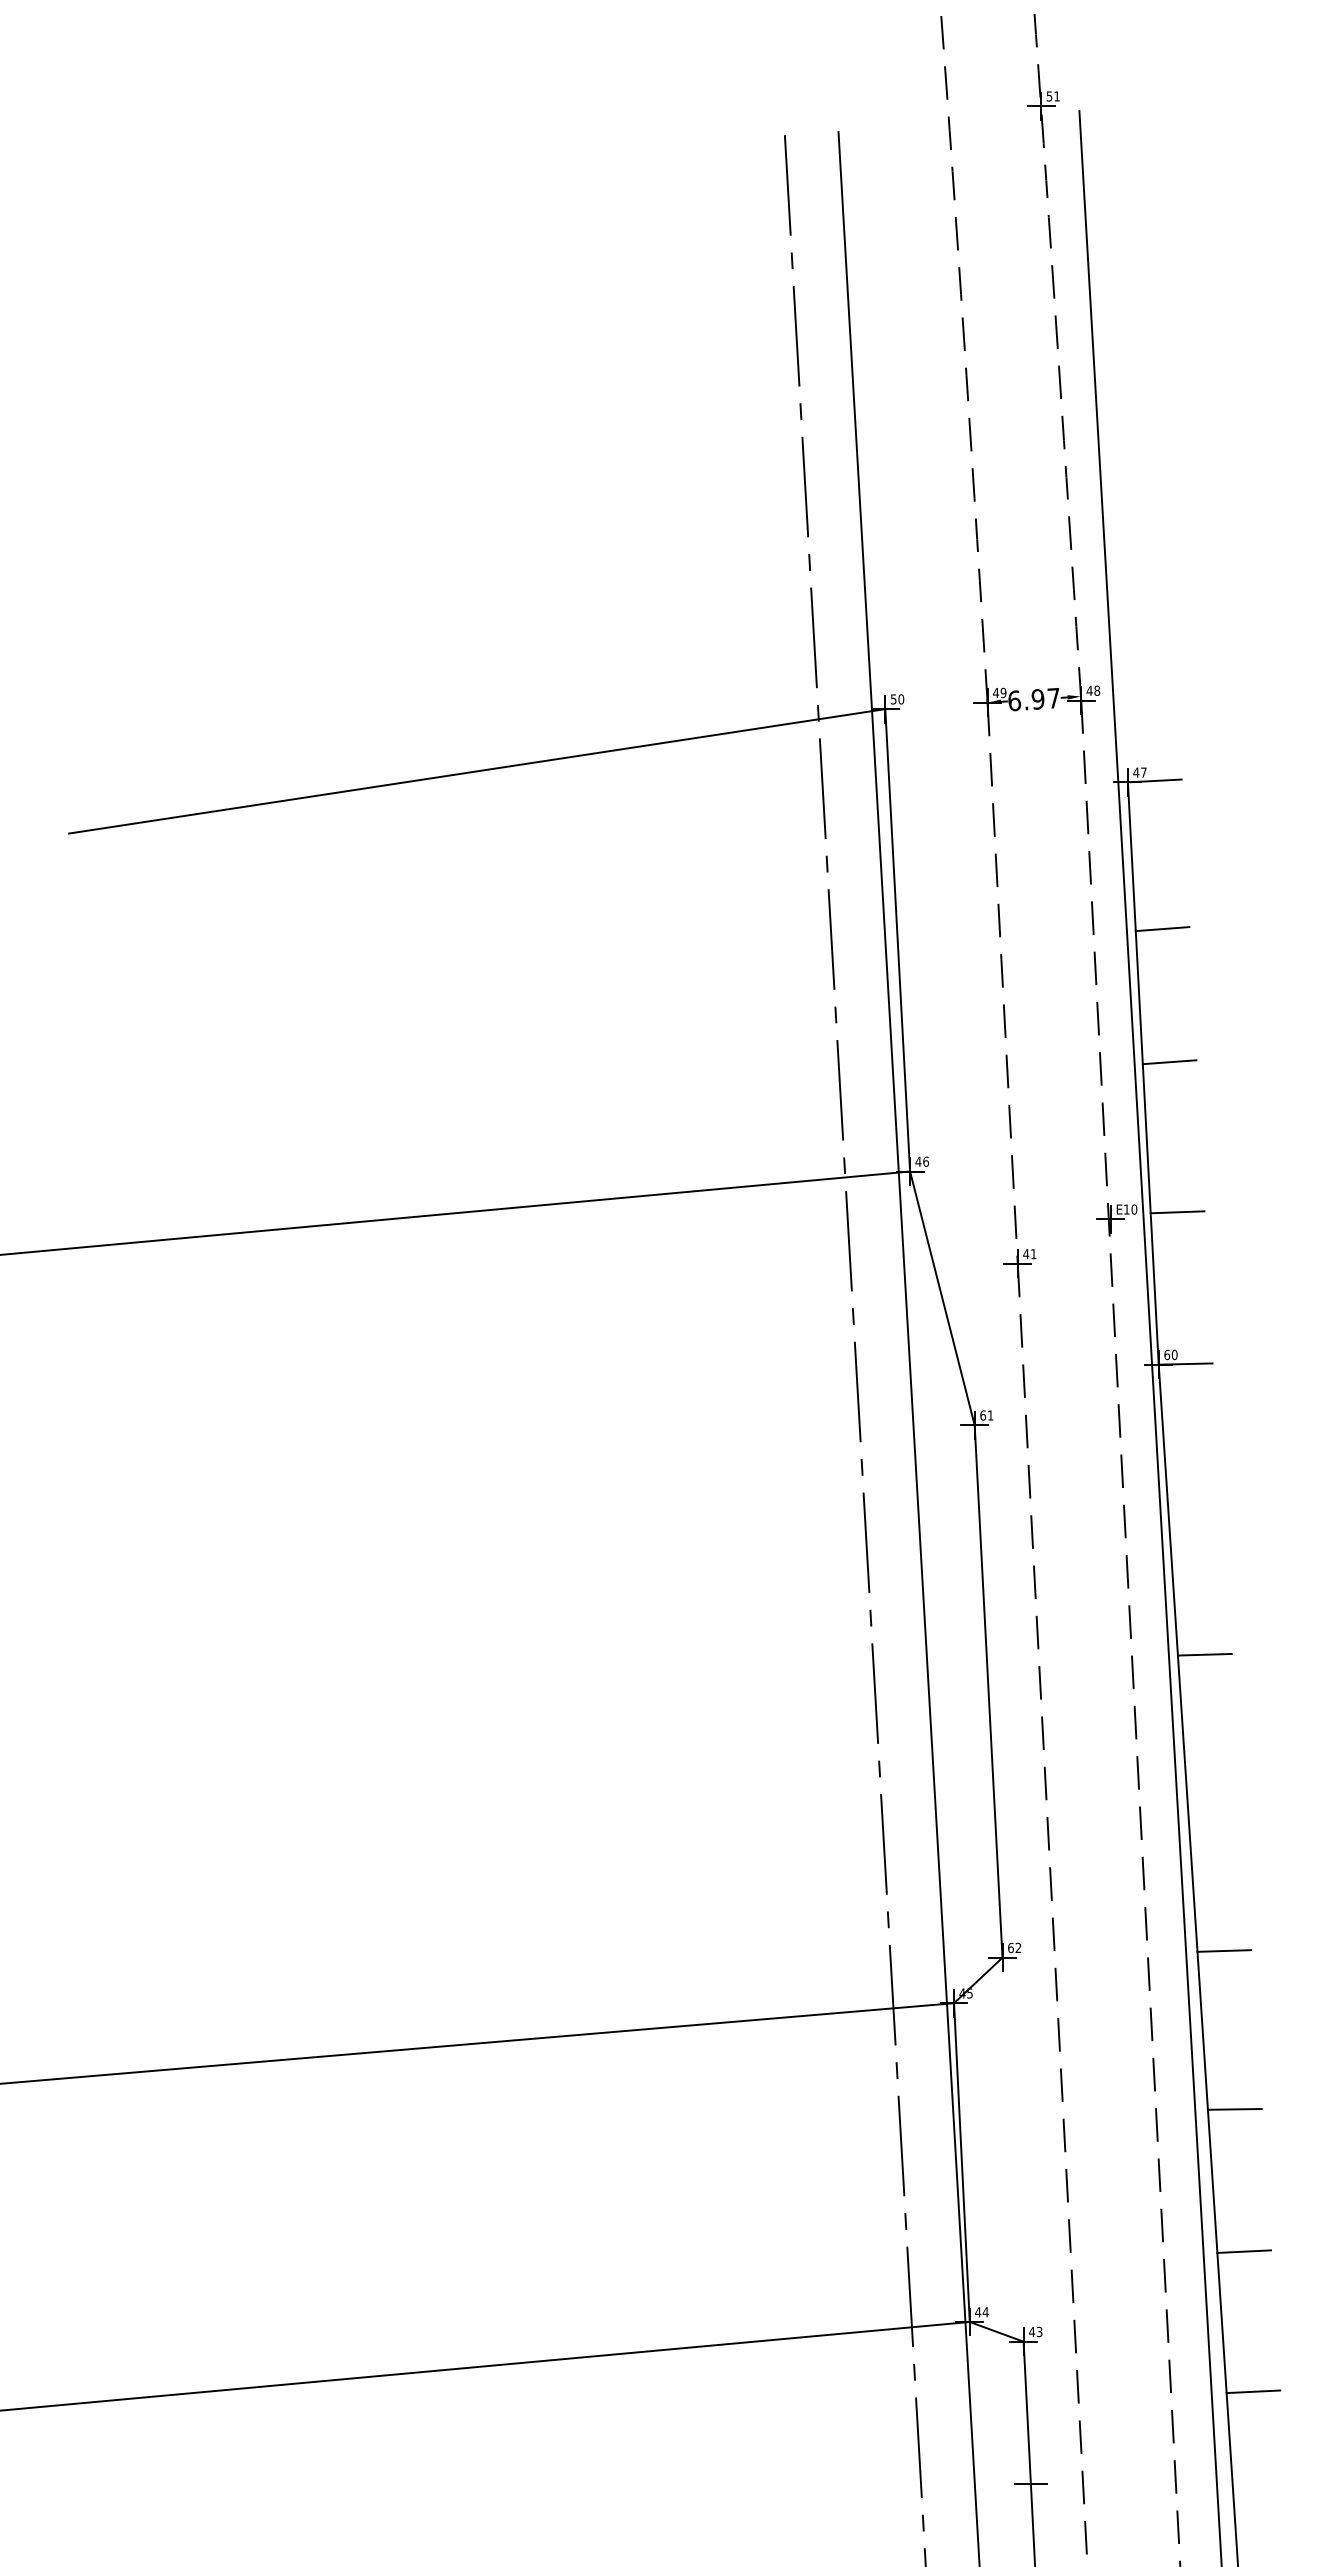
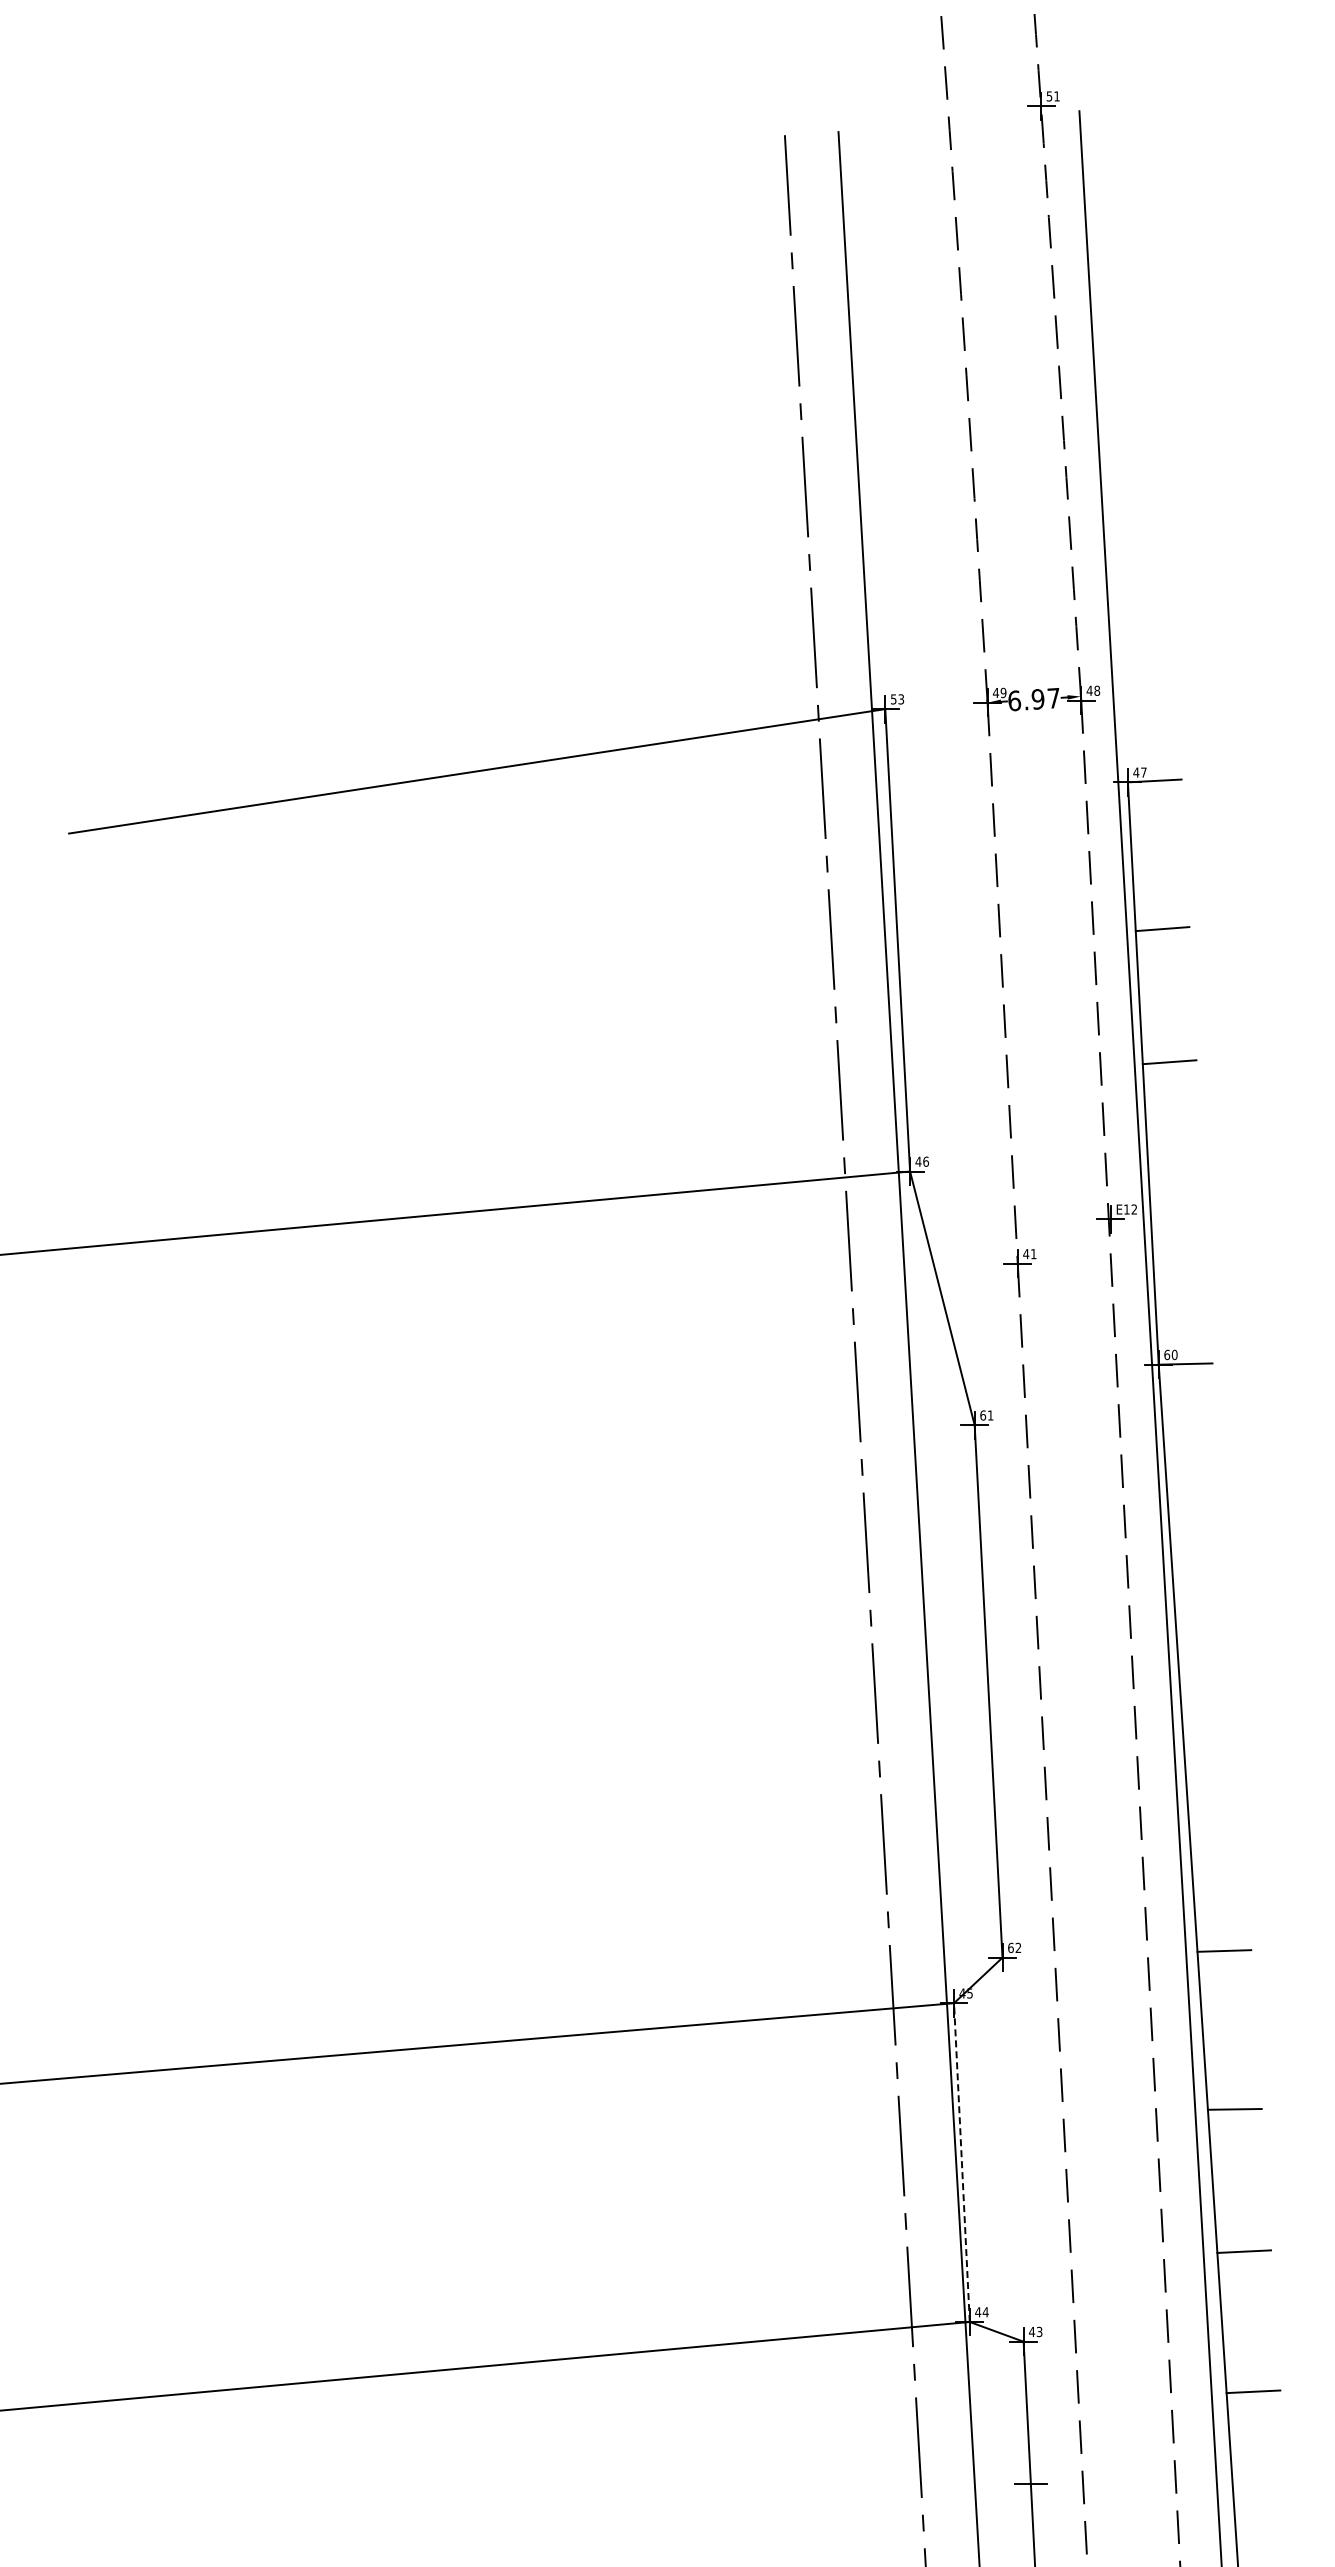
text at (901, 699): 50 -> 53
text at (1134, 1209): E10 -> E12
line at (1177, 1212): present -> none
line at (1204, 1654): present -> none
line at (961, 2162): solid -> dashed
